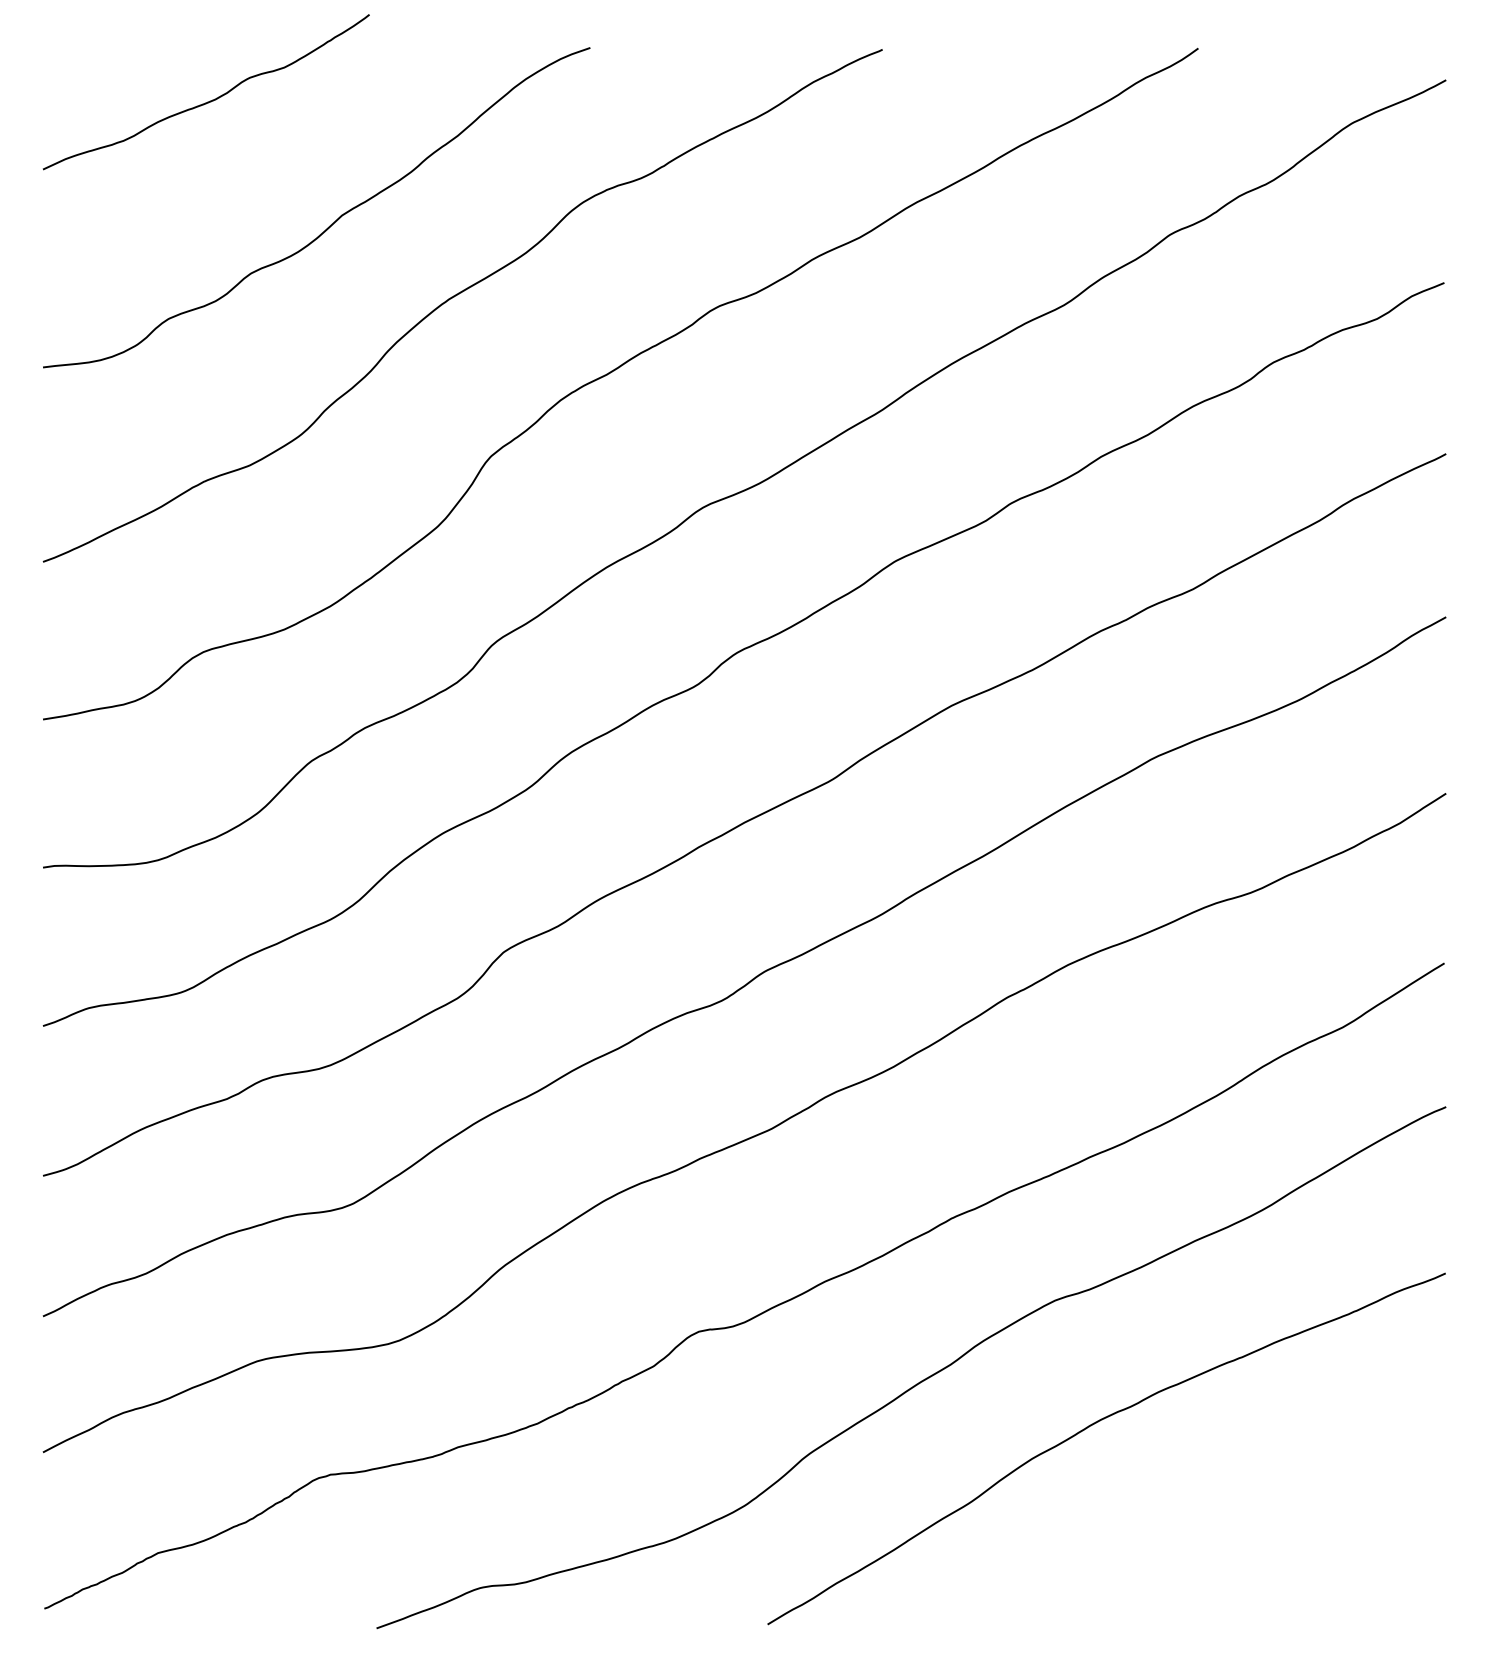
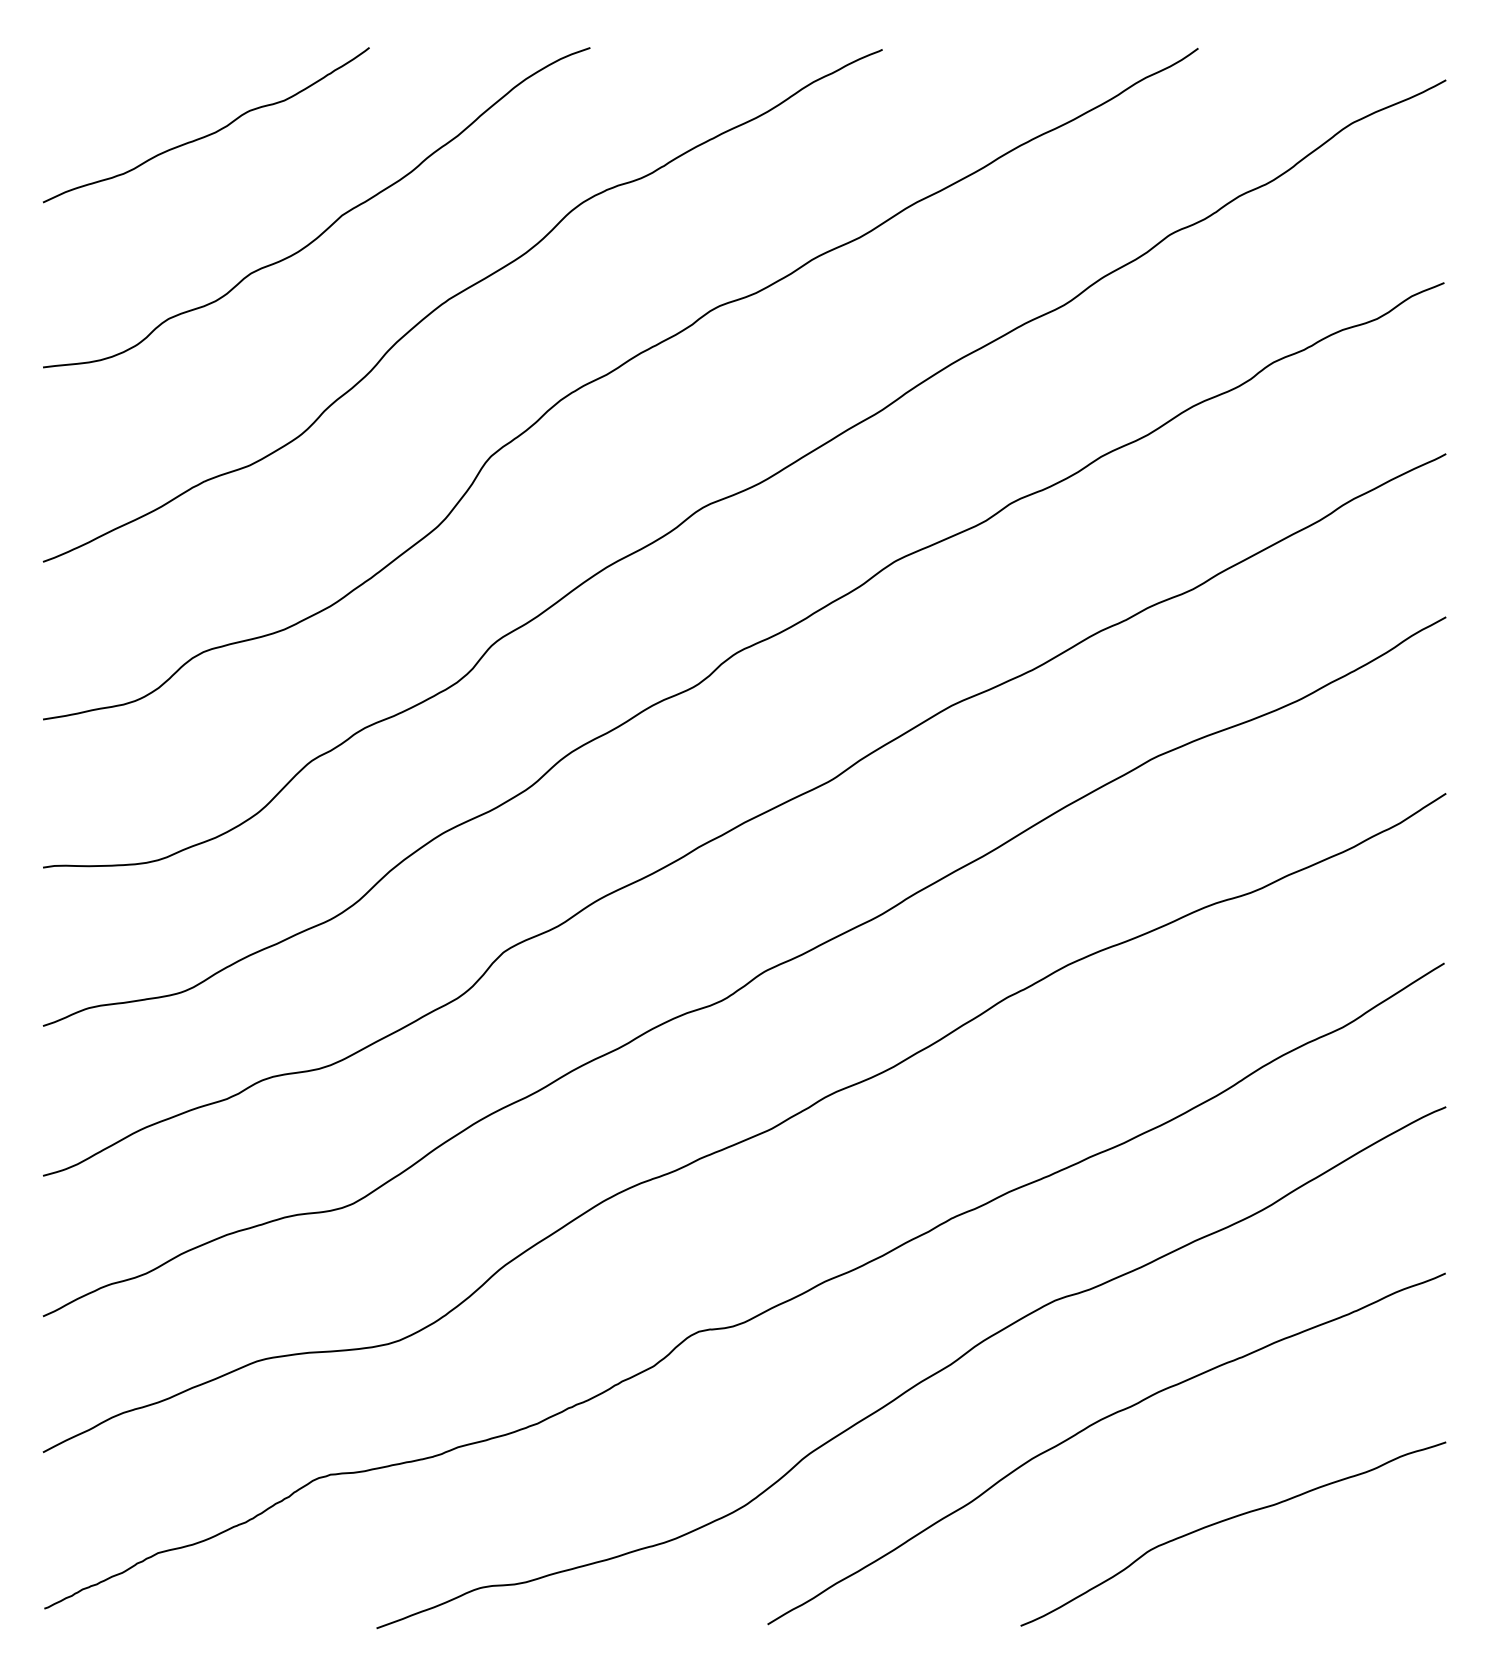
curve at (207, 101) position: (207, 101) -> (207, 134)
curve at (1230, 1519): none -> present
